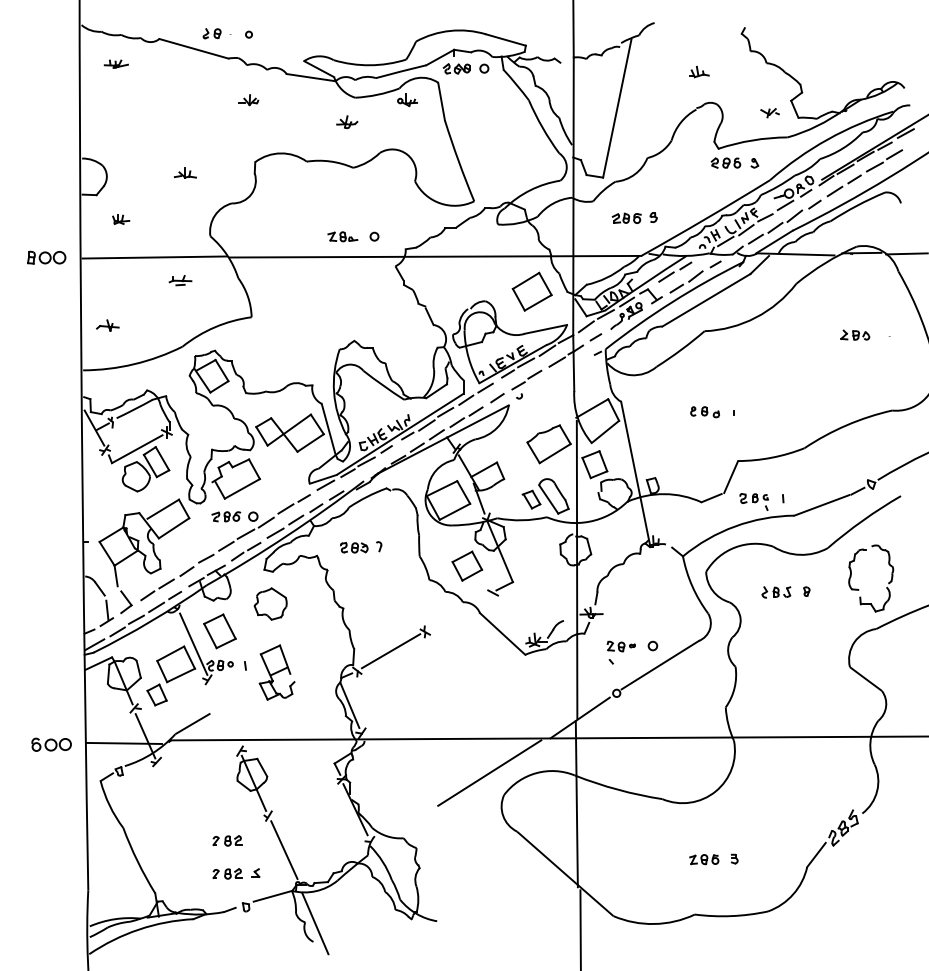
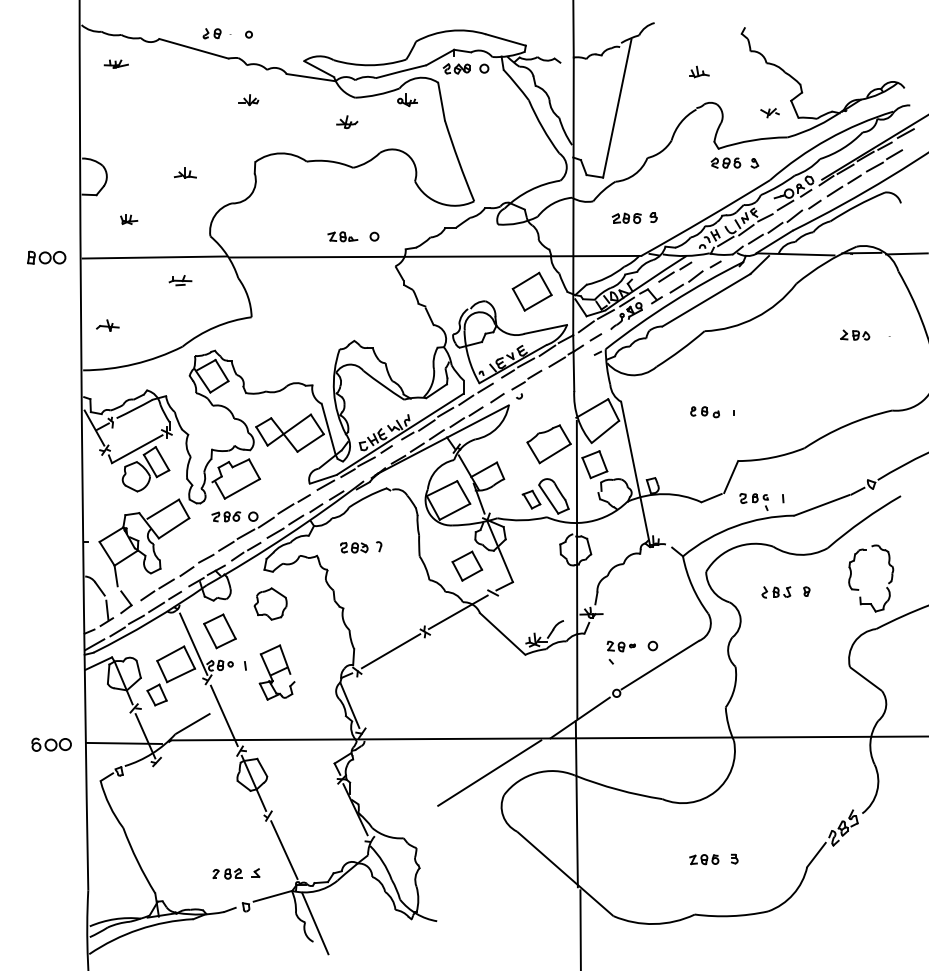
part at (121, 219) position: (121, 219) -> (129, 219)
line at (457, 612): none -> present
line at (223, 715): none -> present
part at (227, 840): present -> none
